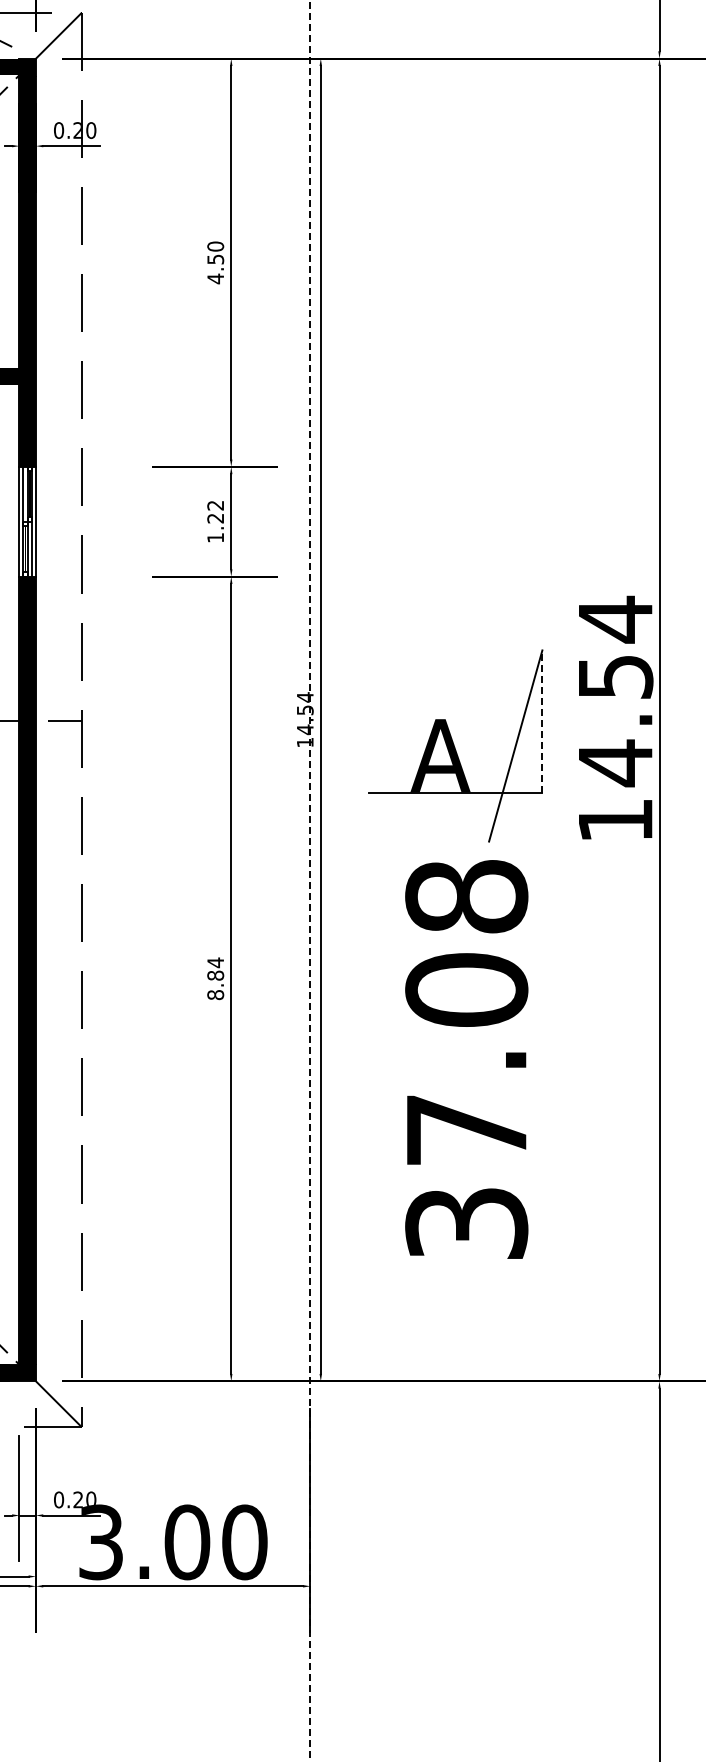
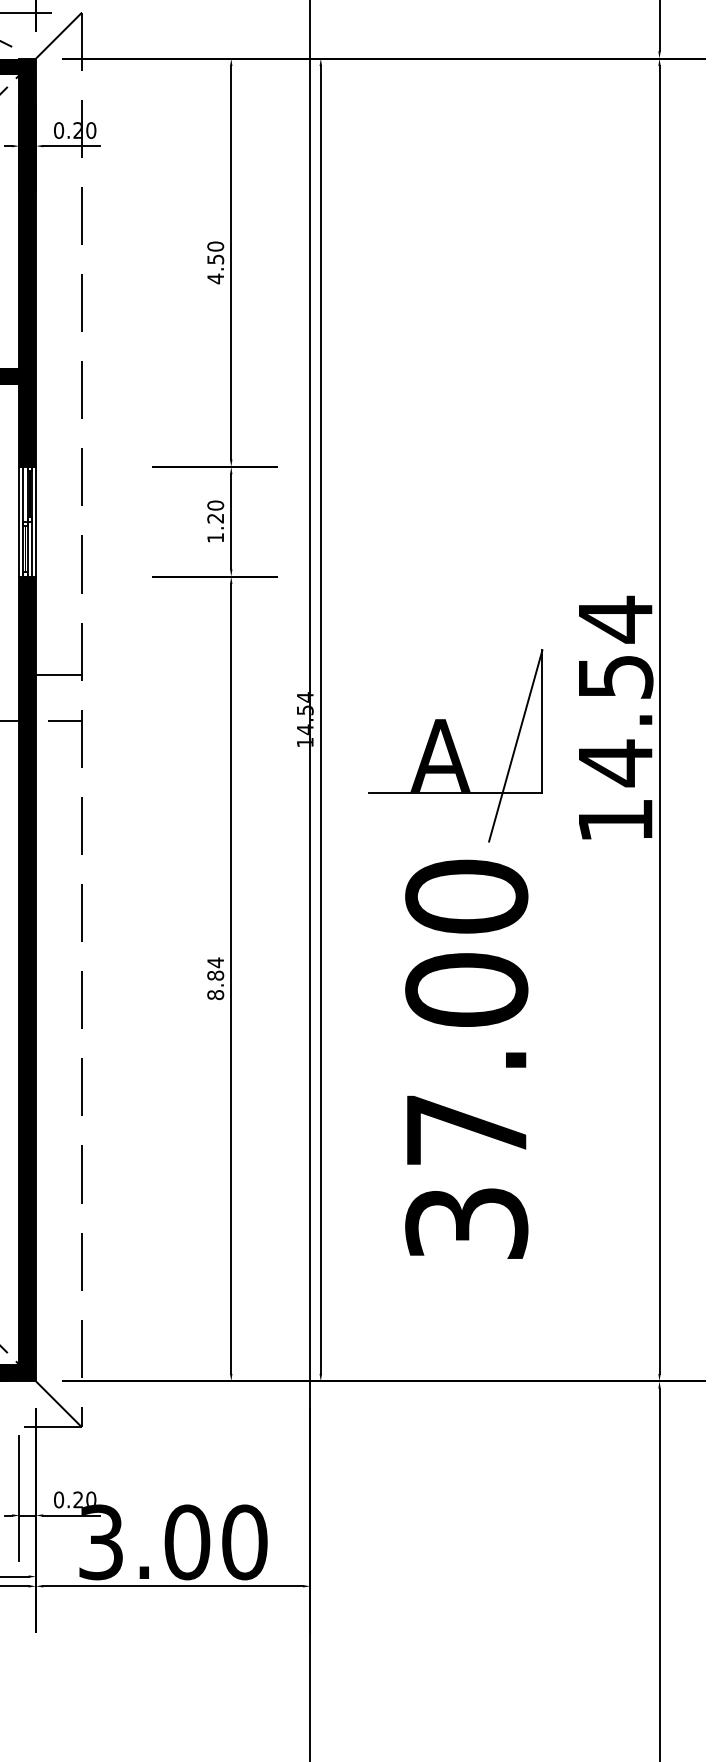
text at (215, 505): 1.22 -> 1.20
line at (58, 675): none -> present
line at (542, 721): dashed -> solid
line at (310, 880): dashed -> solid
text at (466, 896): 37.08 -> 37.00
